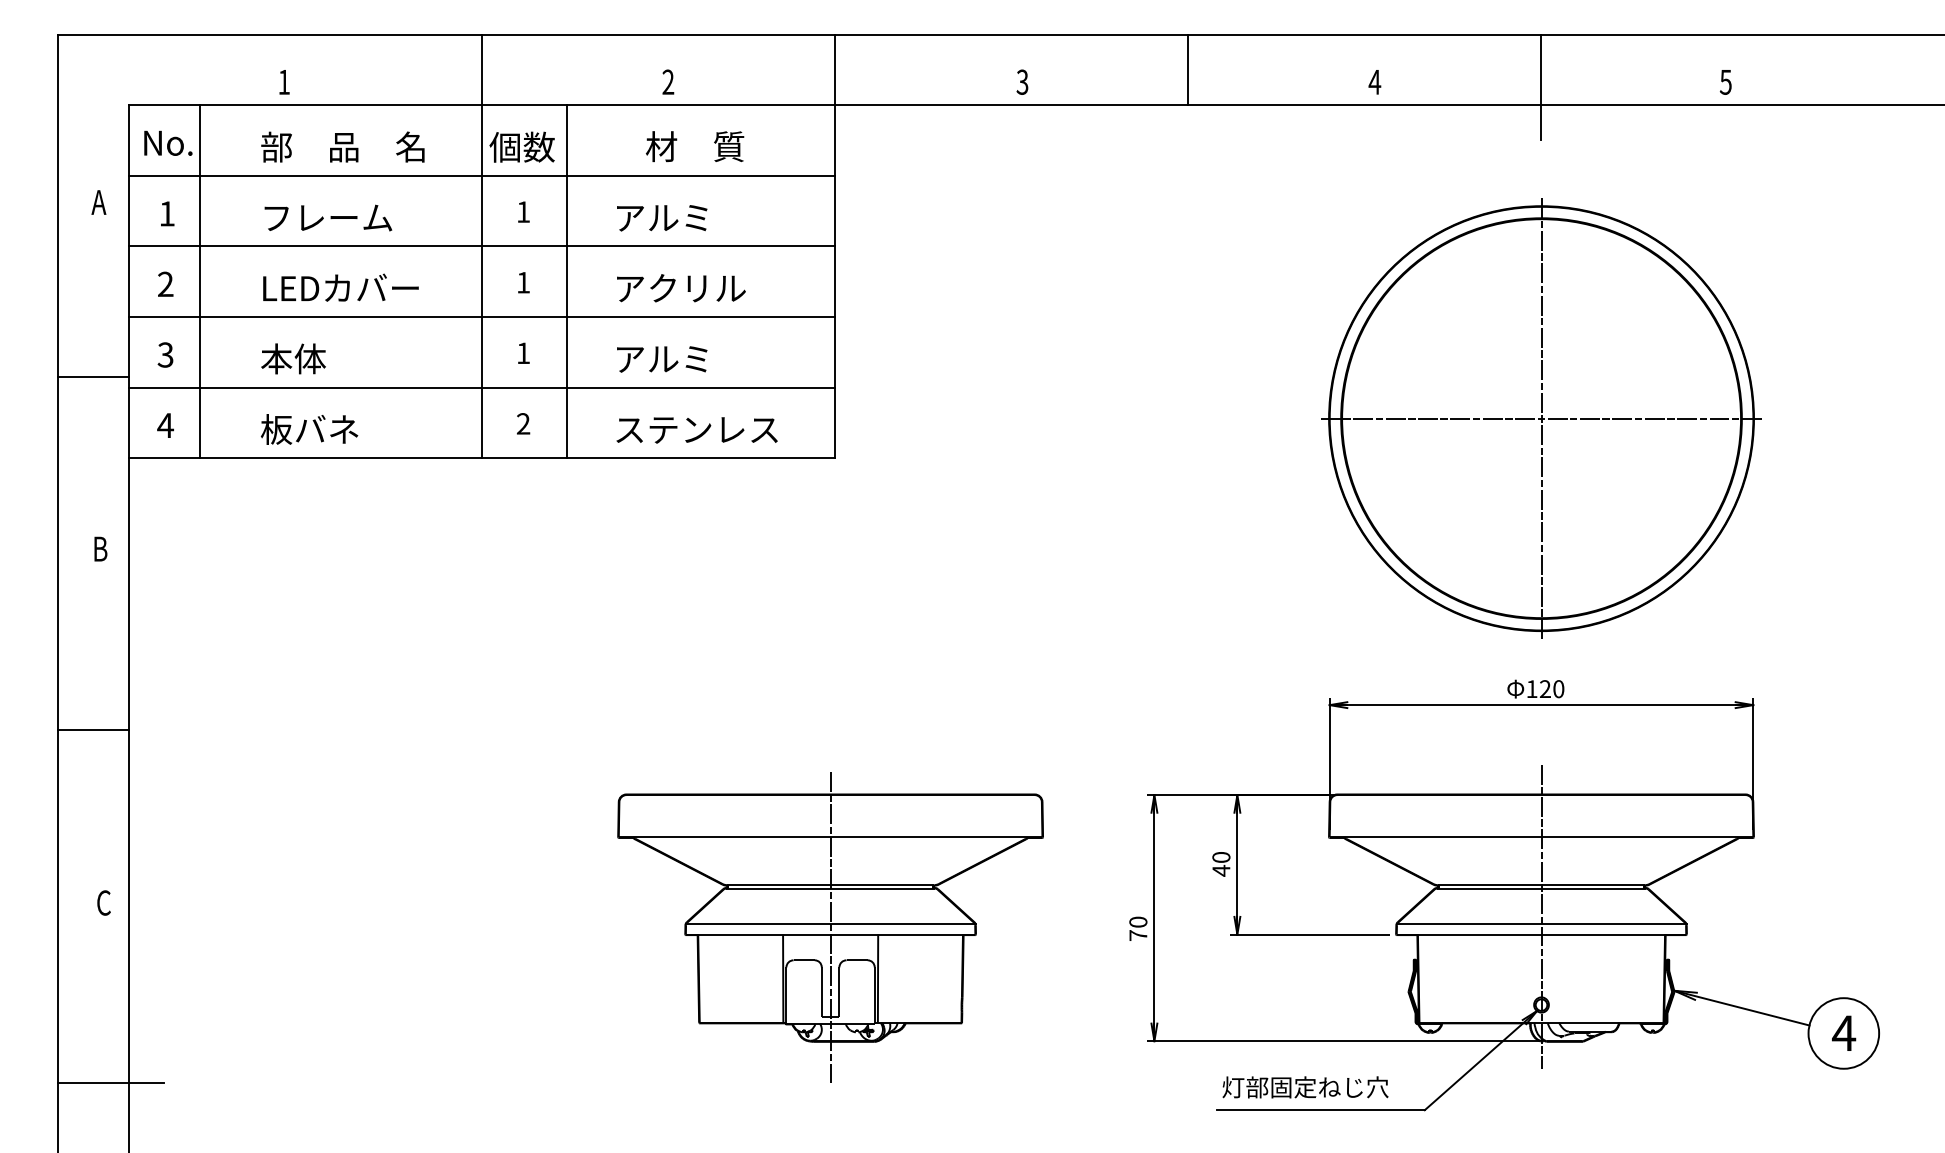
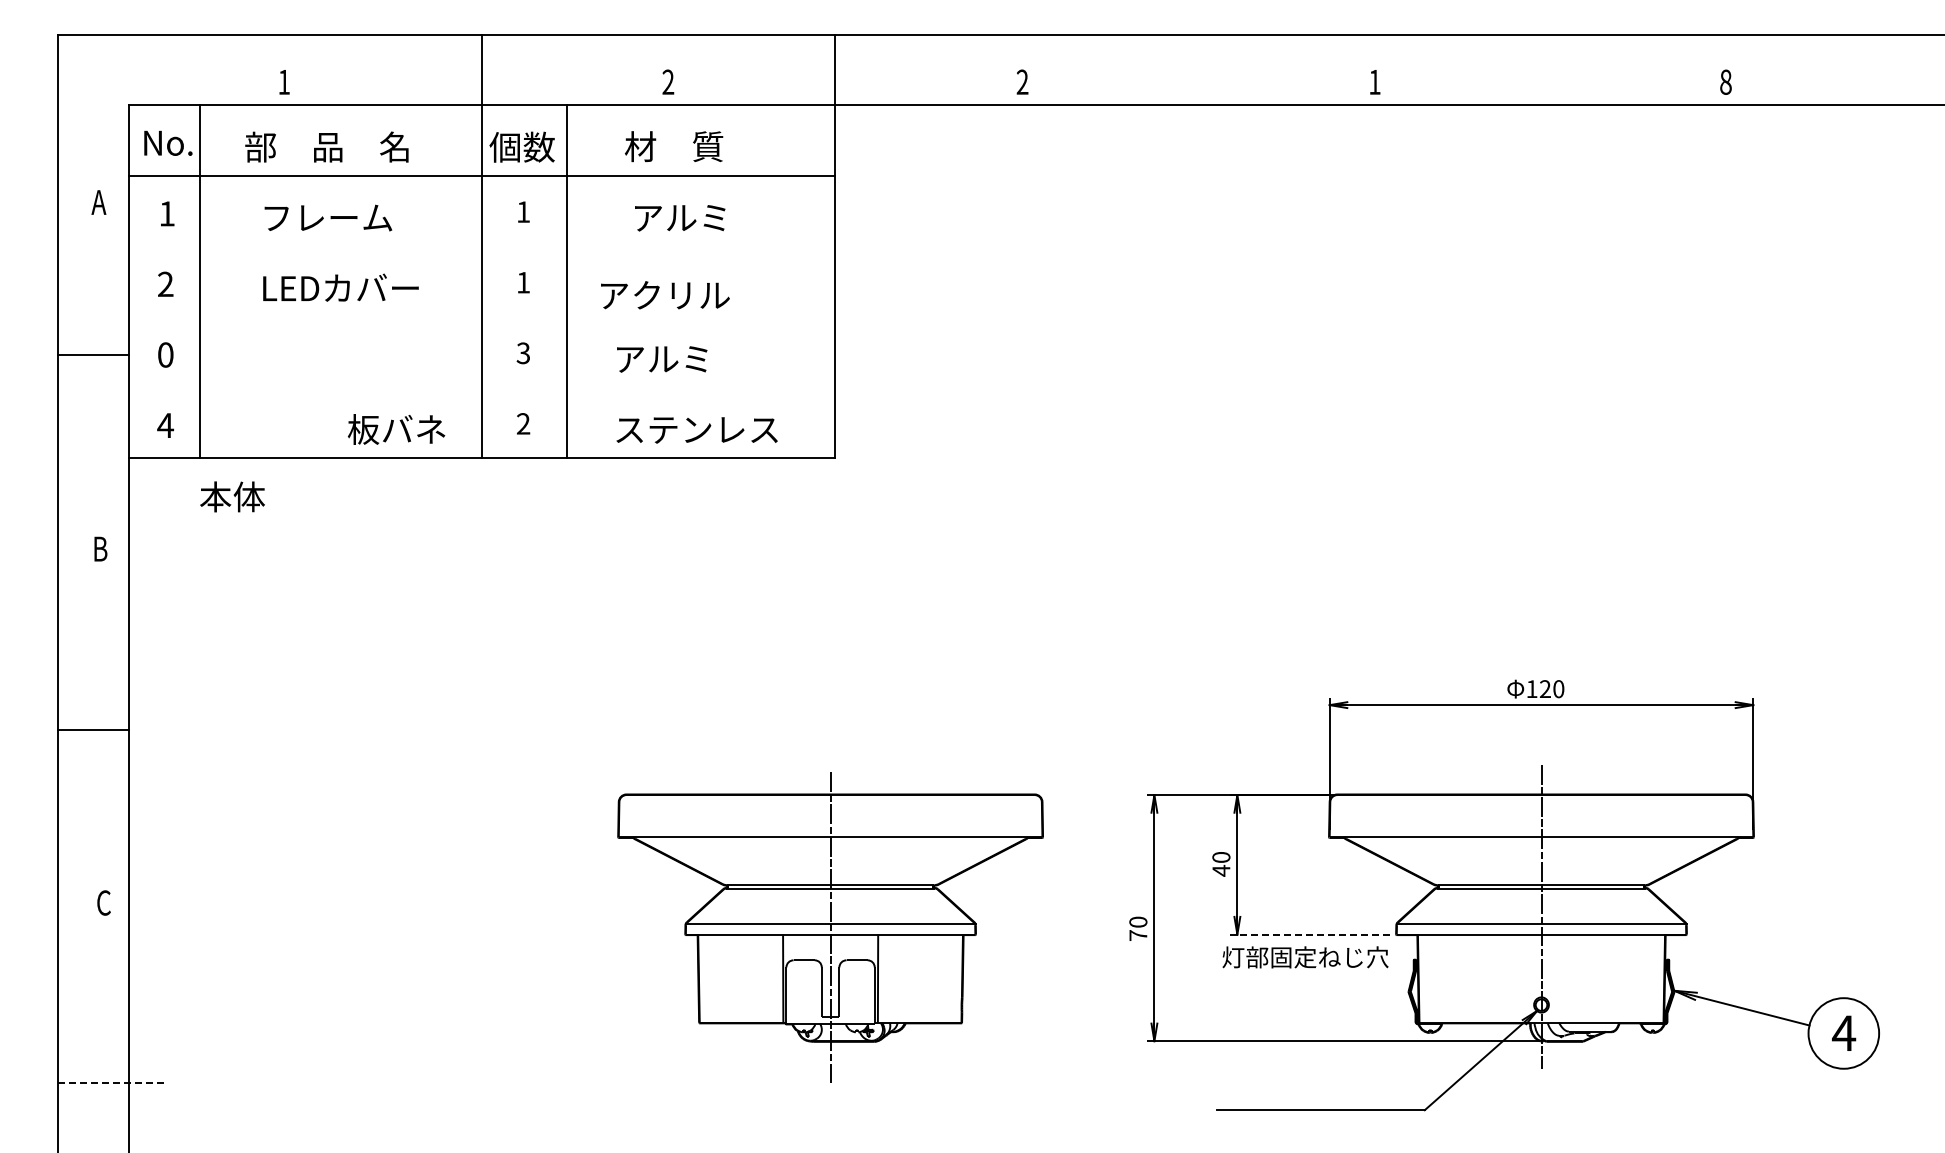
line at (1188, 69): present -> none
text at (1725, 81): 5 -> 8
text at (1022, 82): 3 -> 2
text at (1374, 82): 4 -> 1
line at (1541, 87): present -> none
text at (342, 146) position: (342, 146) -> (326, 146)
text at (695, 146) position: (695, 146) -> (674, 146)
text at (662, 218) position: (662, 218) -> (680, 218)
line at (481, 246): present -> none
text at (681, 288) position: (681, 288) -> (665, 295)
line at (481, 316): present -> none
text at (522, 353): 1 -> 3
text at (165, 354): 3 -> 0
text at (293, 358) position: (293, 358) -> (232, 496)
line at (93, 377) position: (93, 377) -> (93, 355)
line at (481, 387): present -> none
part at (1541, 418): present -> none
text at (309, 429) position: (309, 429) -> (396, 429)
line at (1310, 934): solid -> dashed
line at (111, 1083): solid -> dashed
text at (1305, 1087) position: (1305, 1087) -> (1305, 957)
